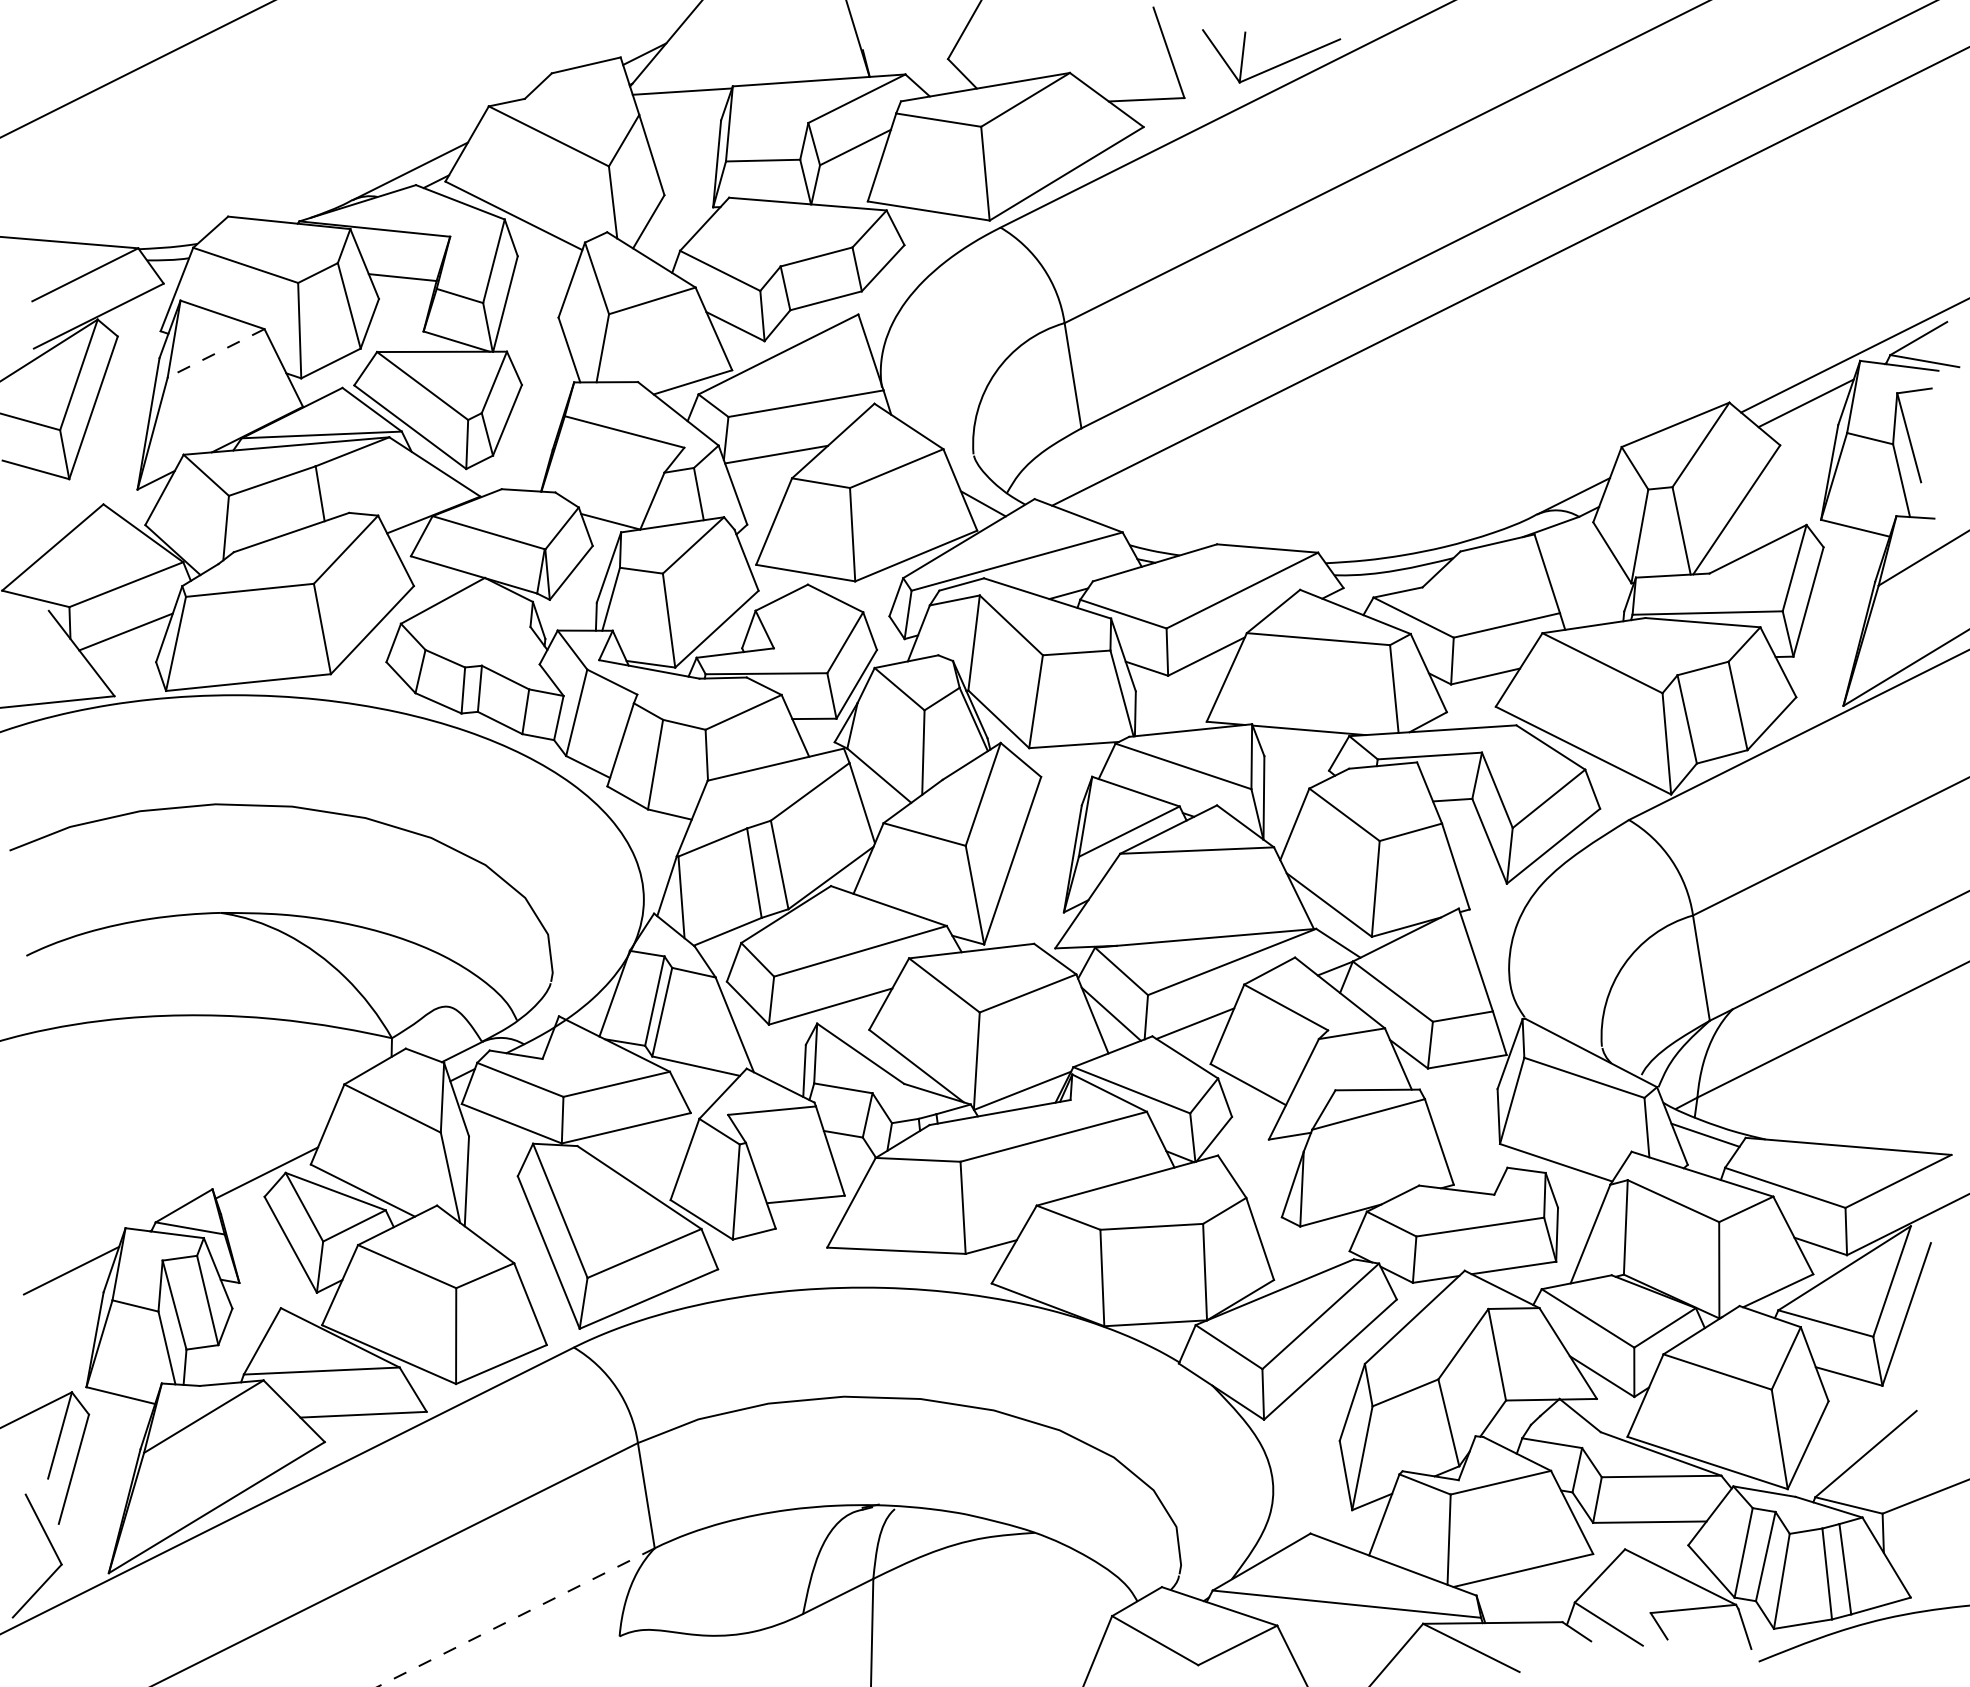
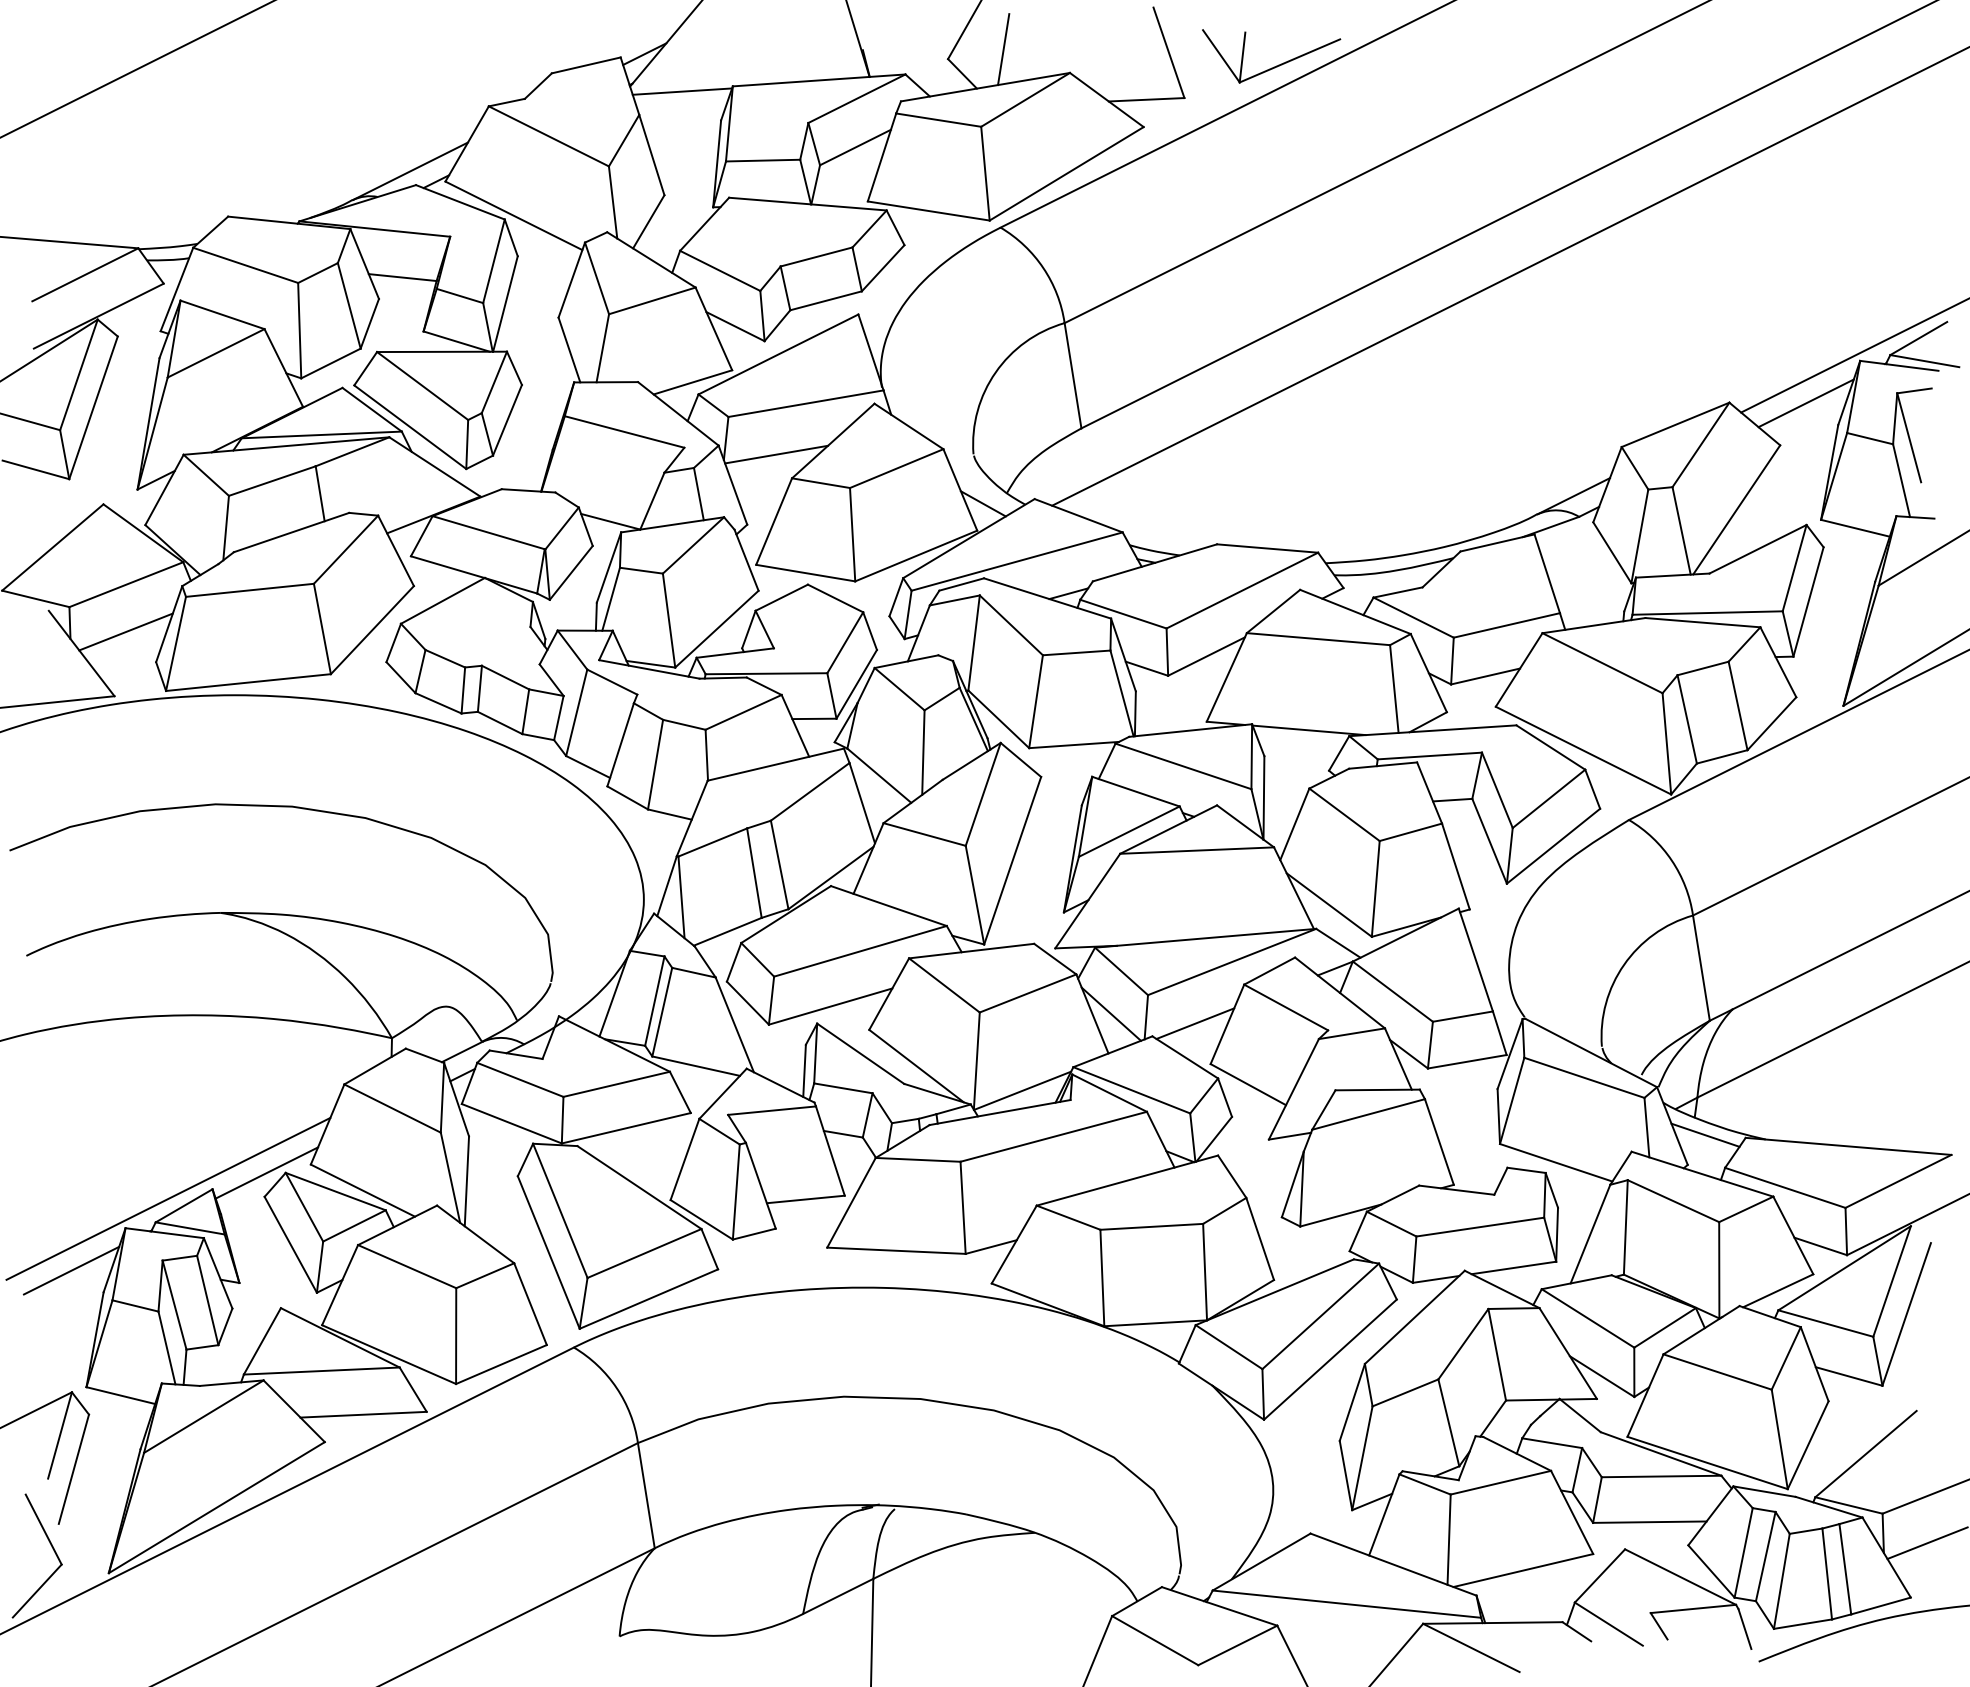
line at (1003, 49): none -> present
line at (215, 353): dashed -> solid
line at (168, 1198): none -> present
line at (1926, 1542): none -> present
line at (516, 1617): dashed -> solid
